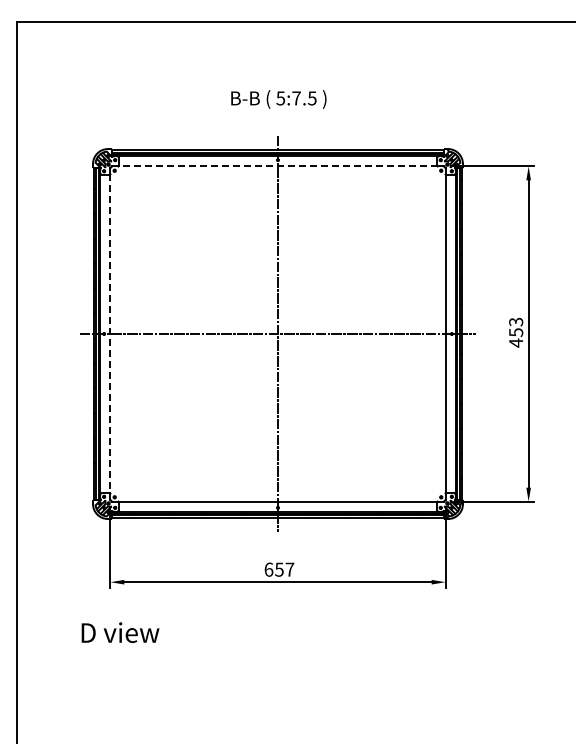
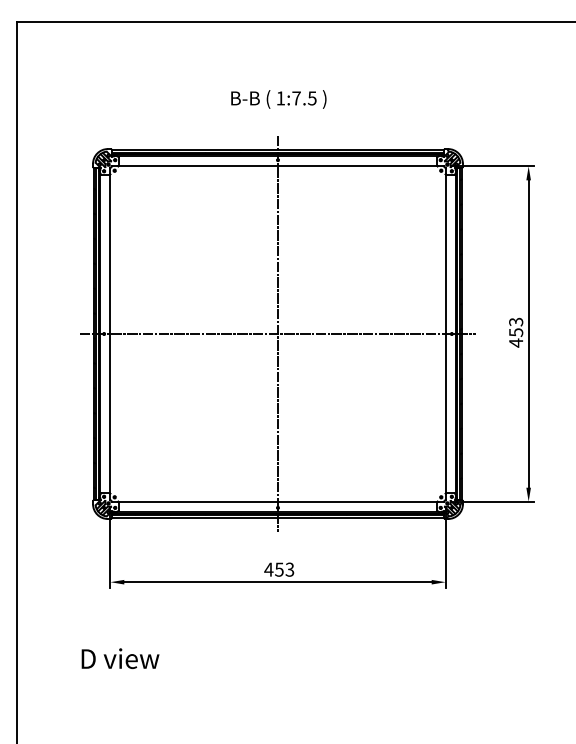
text at (280, 98): 5:7.5 -> 1:7.5
line at (278, 166): dashed -> solid
line at (110, 334): dashed -> solid
text at (279, 569): 657 -> 453
text at (120, 632) position: (120, 632) -> (120, 658)
